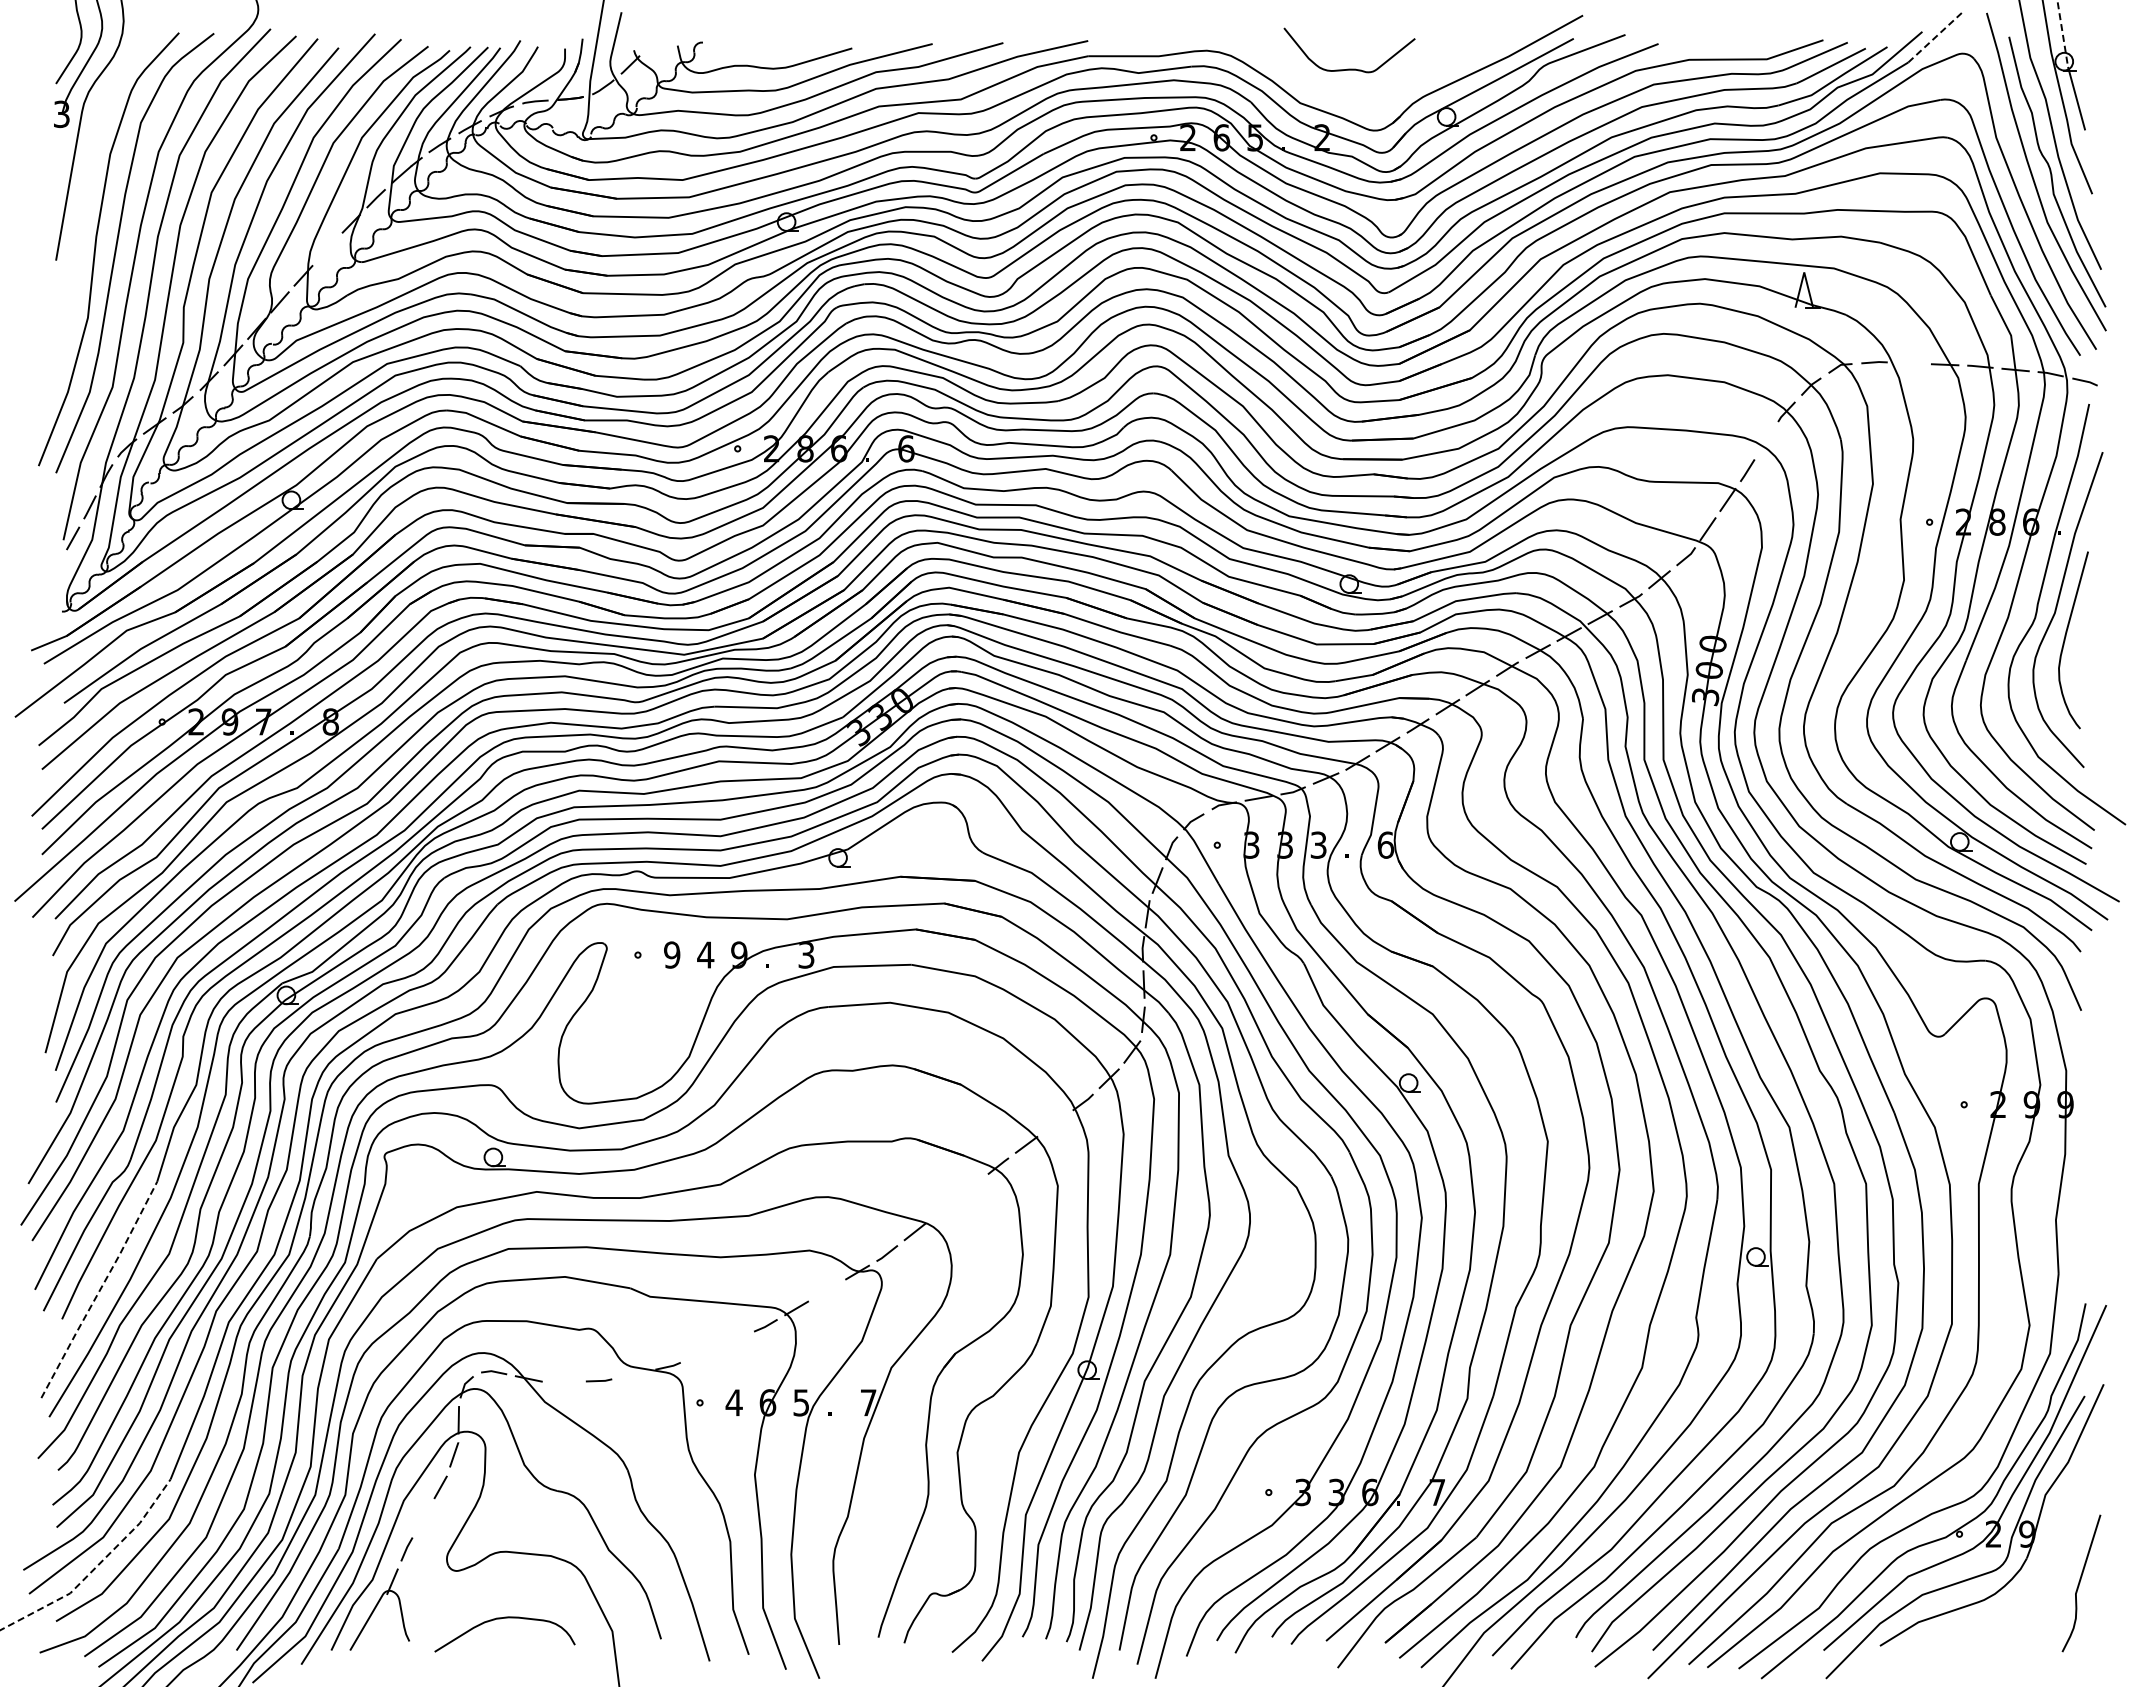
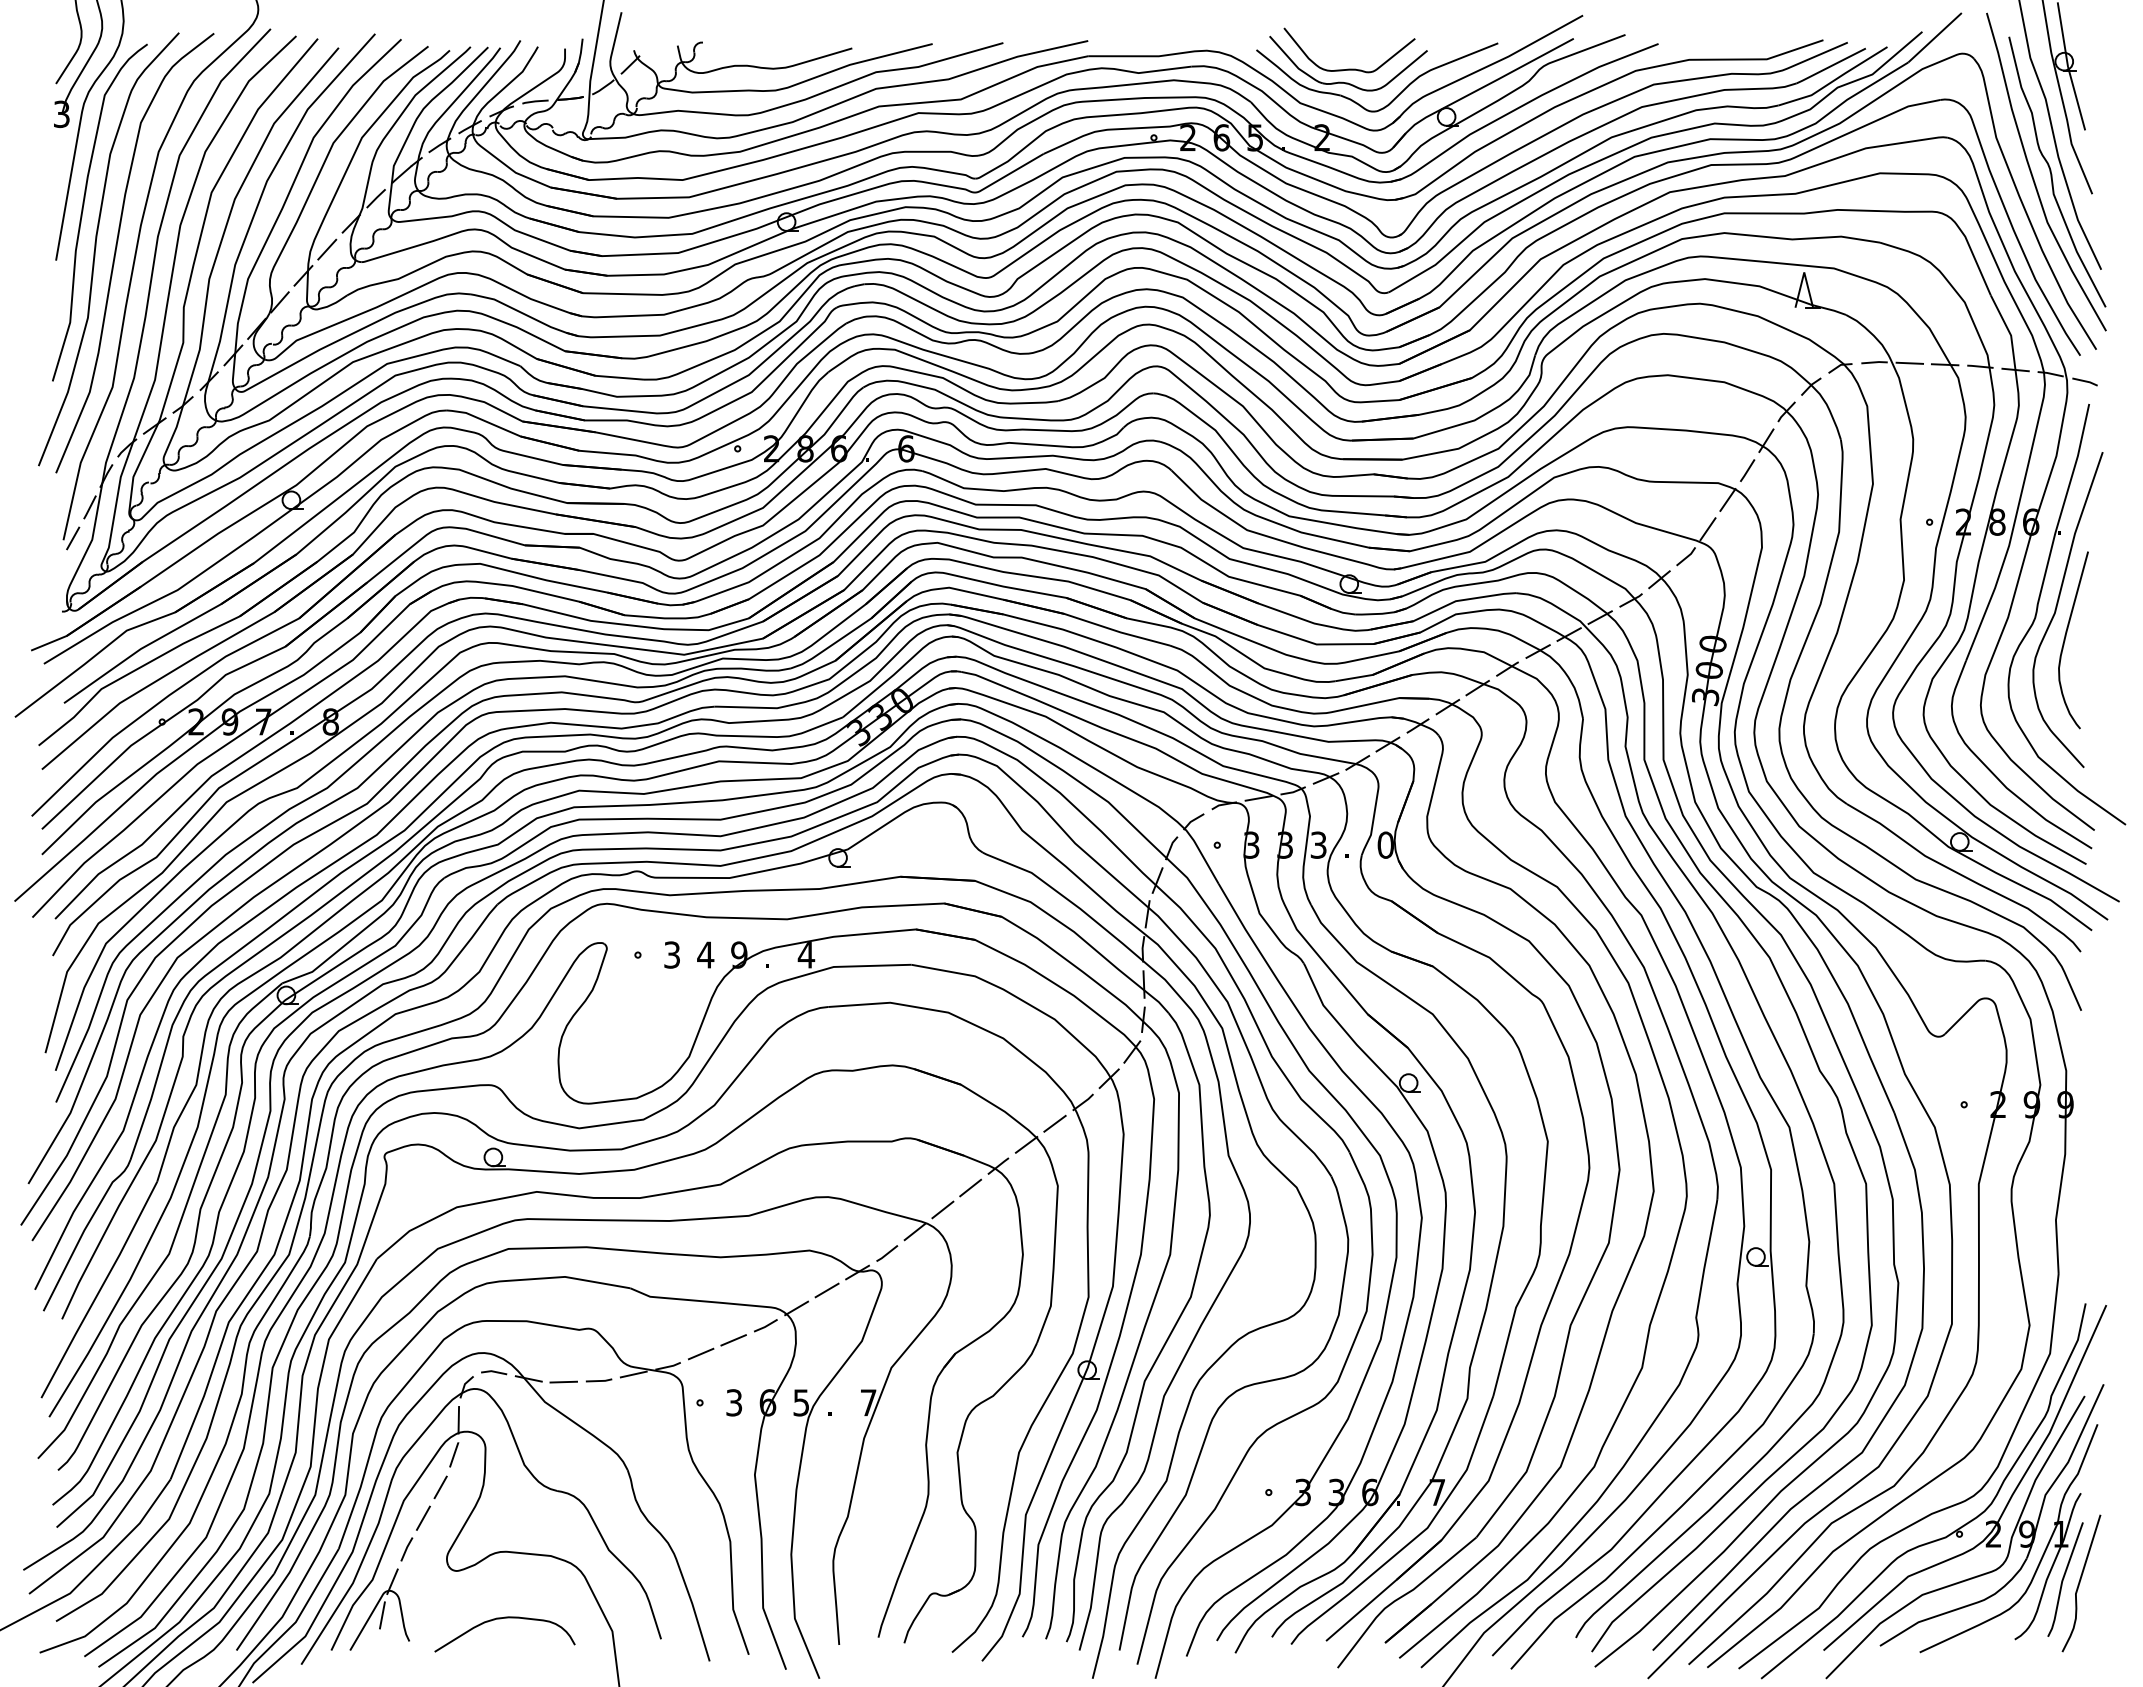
line at (2062, 34): dashed -> solid
line at (1935, 37): dashed -> solid
part at (1384, 84): none -> present
curve at (83, 211): none -> present
line at (327, 249): none -> present
line at (1909, 362): none -> present
line at (1766, 440): none -> present
text at (1385, 844): 6 -> 0
text at (672, 954): 9 -> 3
text at (806, 954): 3 -> 4
line at (1054, 1123): none -> present
line at (970, 1187): none -> present
line at (942, 1209): none -> present
line at (99, 1290): dashed -> solid
line at (826, 1290): none -> present
line at (733, 1340): none -> present
line at (700, 1353): none -> present
line at (633, 1374): none -> present
line at (563, 1381): none -> present
text at (733, 1402): 4 -> 3
line at (422, 1517): none -> present
part at (2042, 1554): none -> present
line at (96, 1567): dashed -> solid
line at (382, 1615): none -> present
